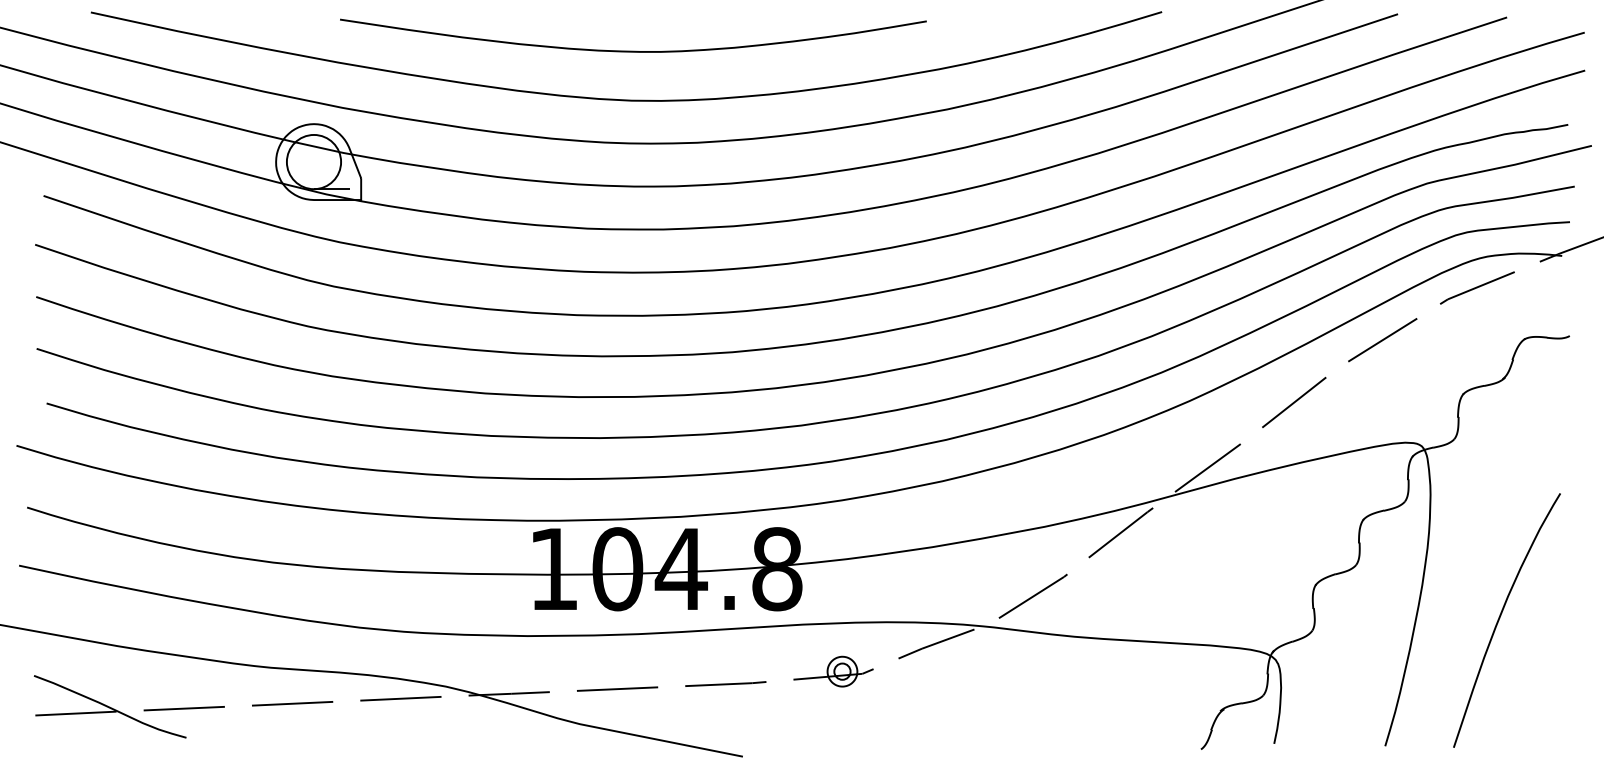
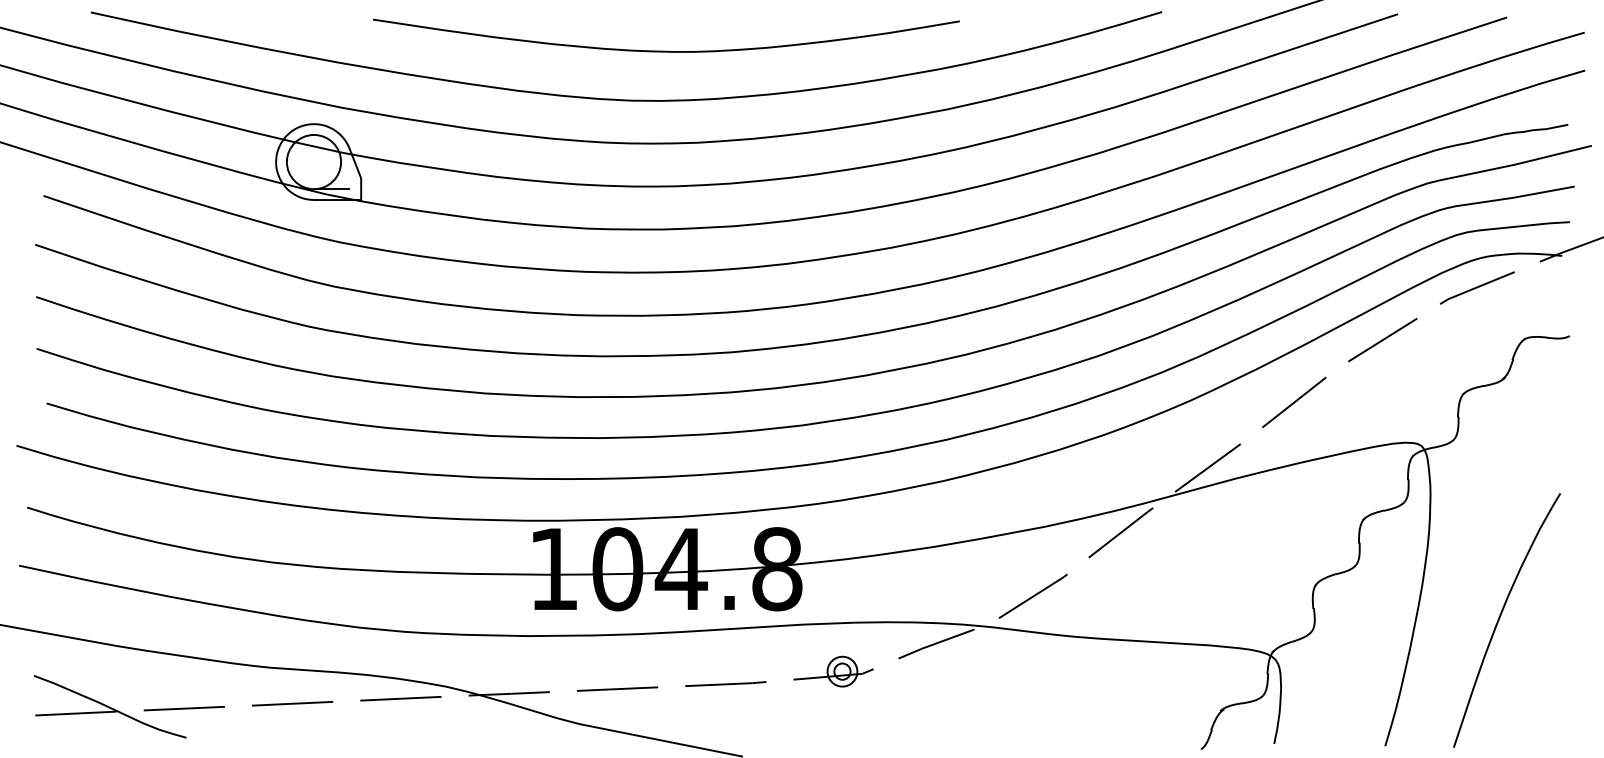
curve at (633, 50) position: (633, 50) -> (666, 50)
